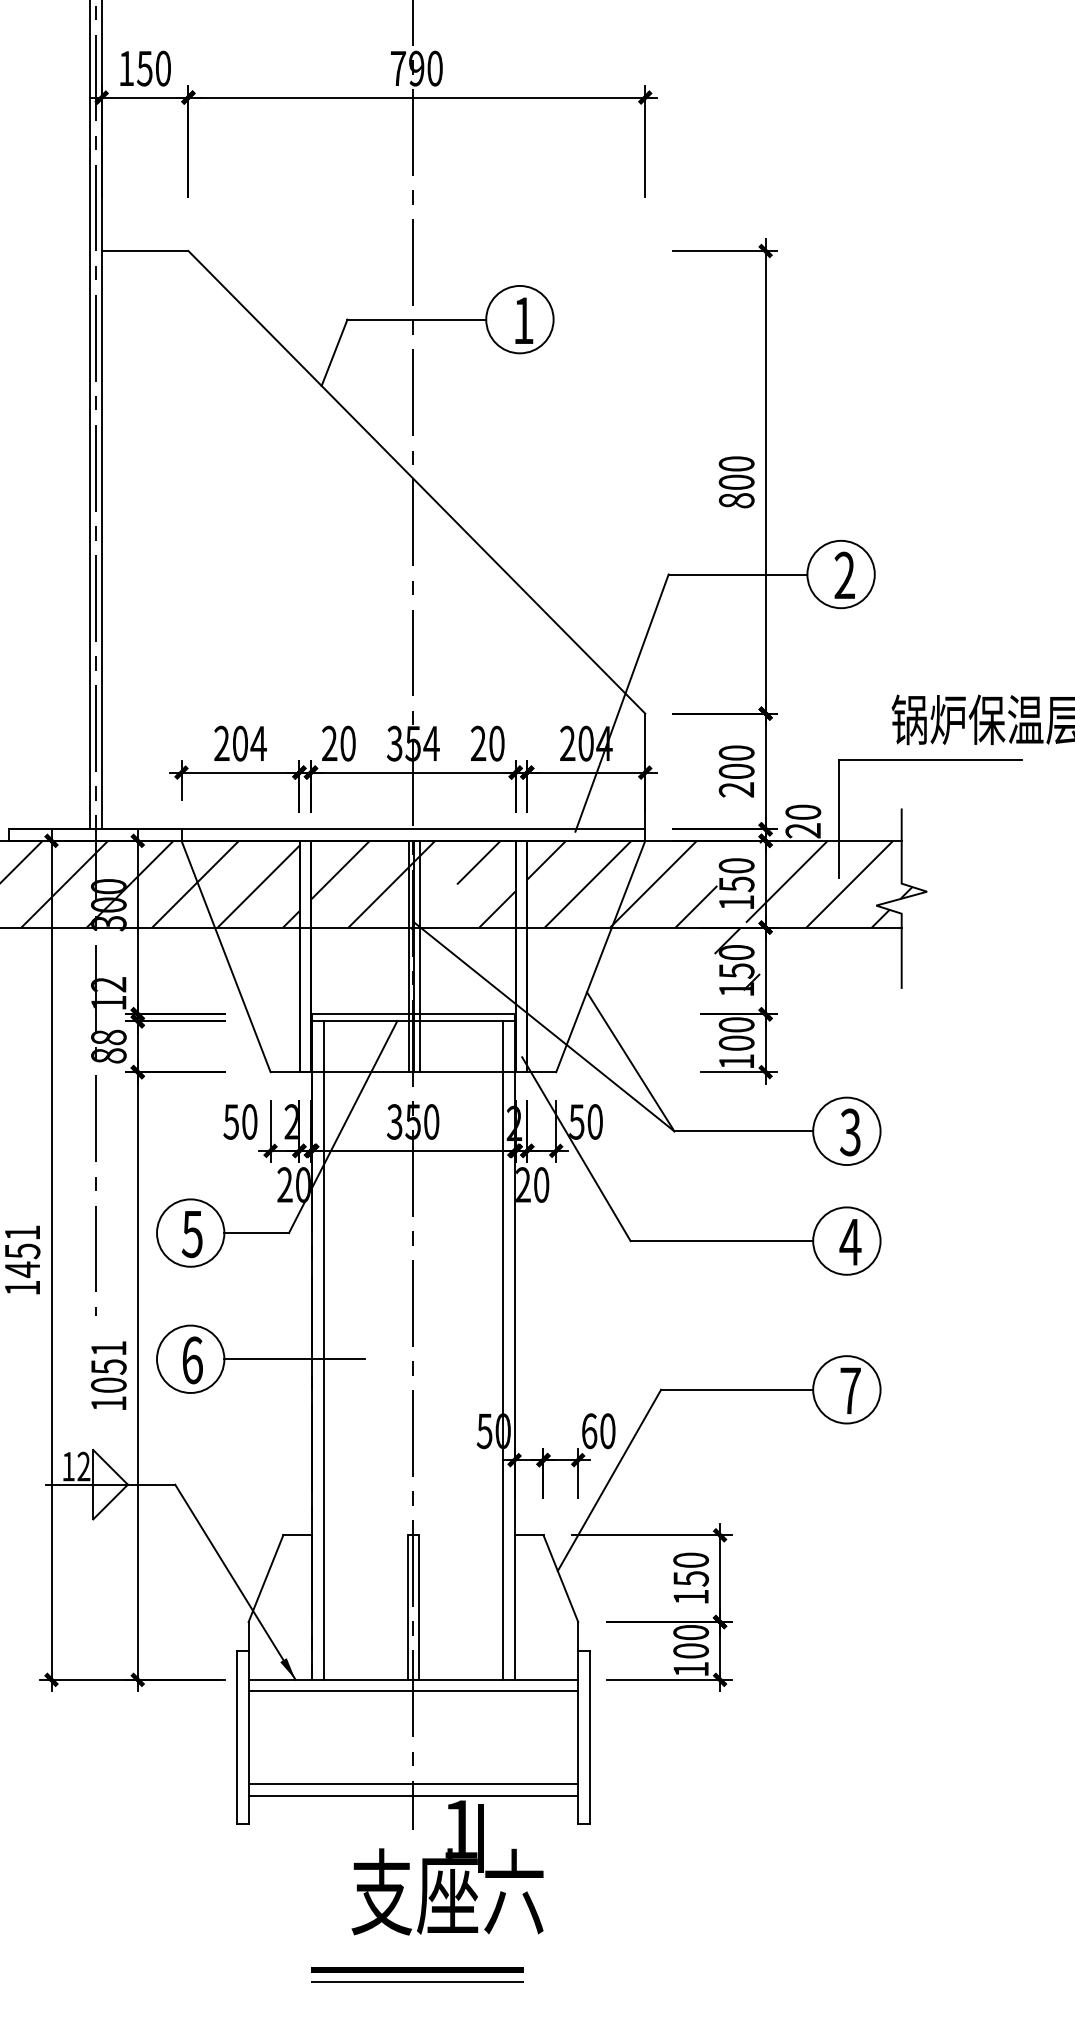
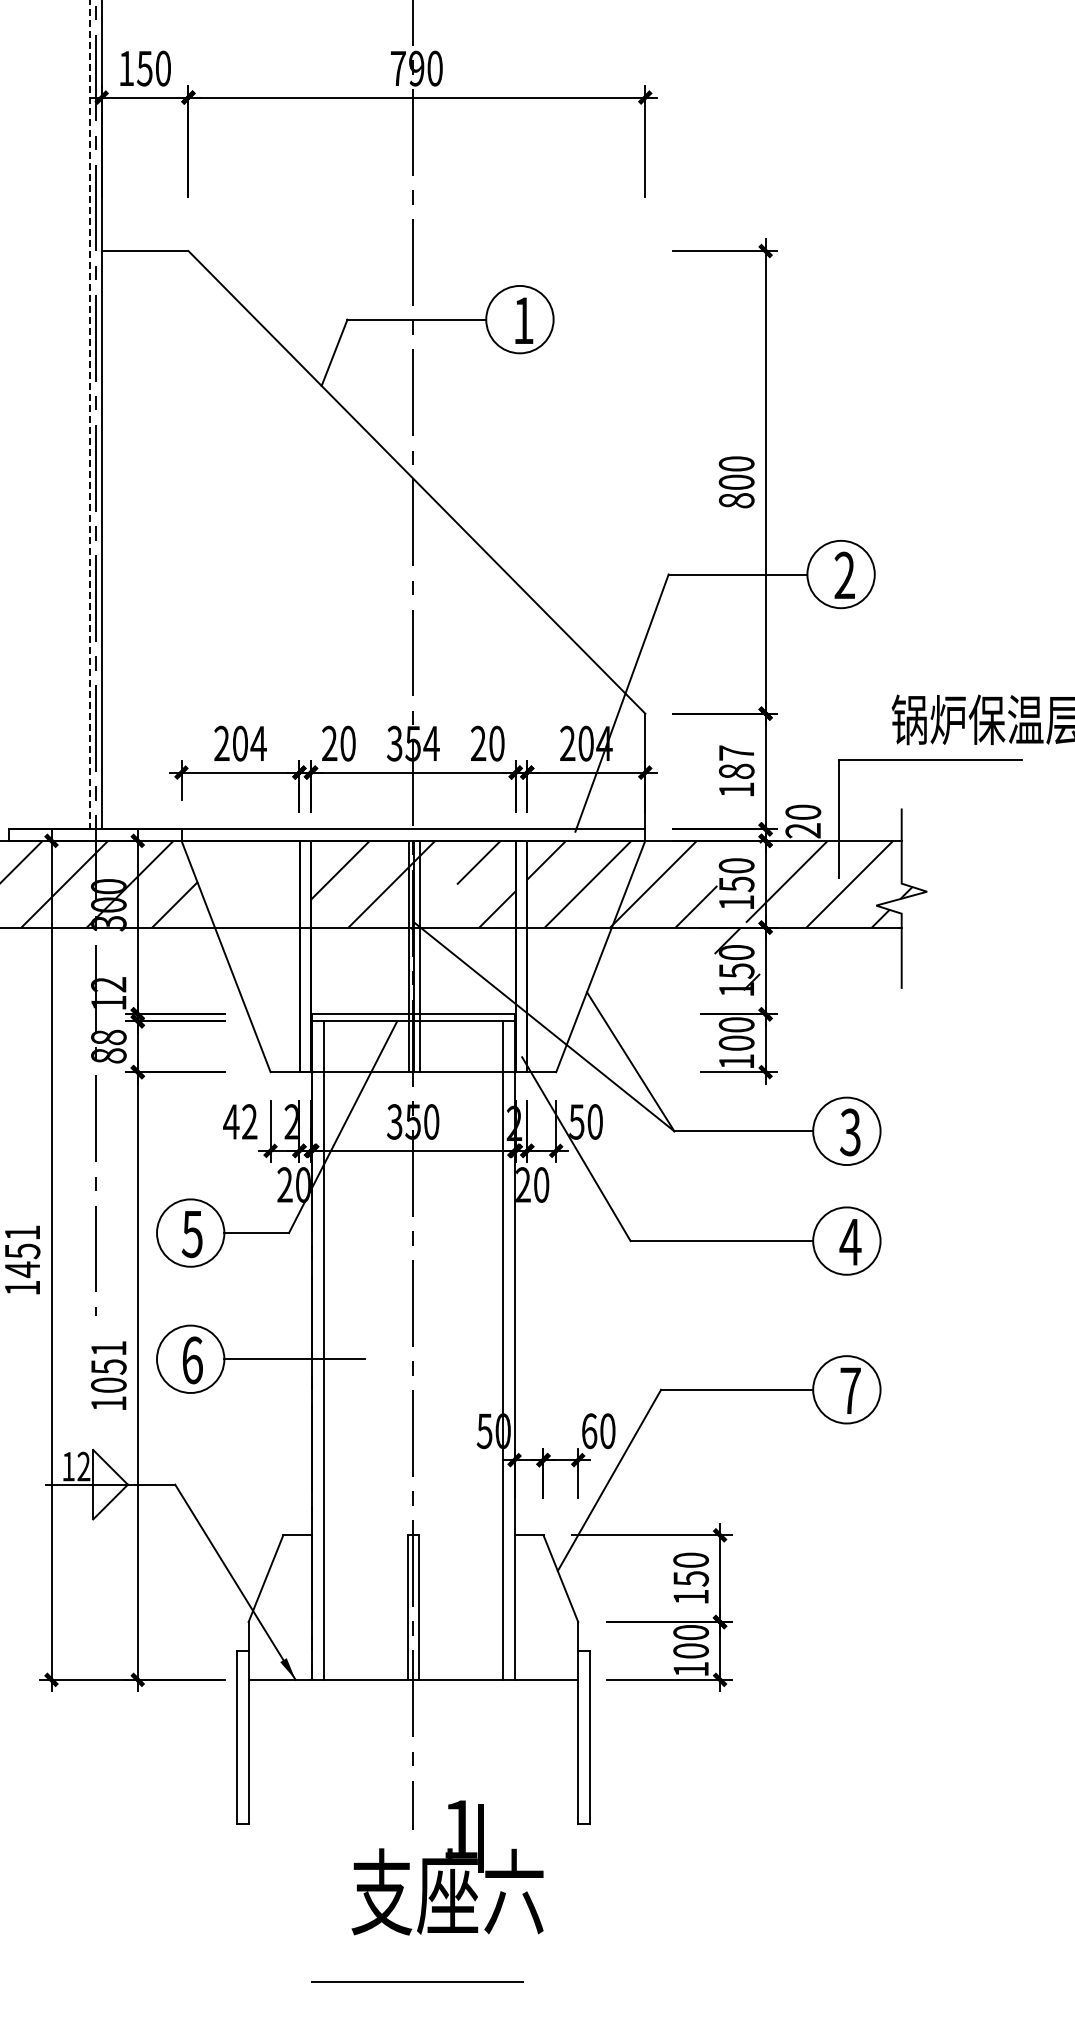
line at (90, 415): solid -> dashed
text at (736, 771): 200 -> 187
hatch at (248, 883): present -> none
text at (240, 1121): 50 -> 42
line at (413, 1691): present -> none
line at (413, 1783): present -> none
line at (413, 1795): present -> none
line at (417, 1969): present -> none
